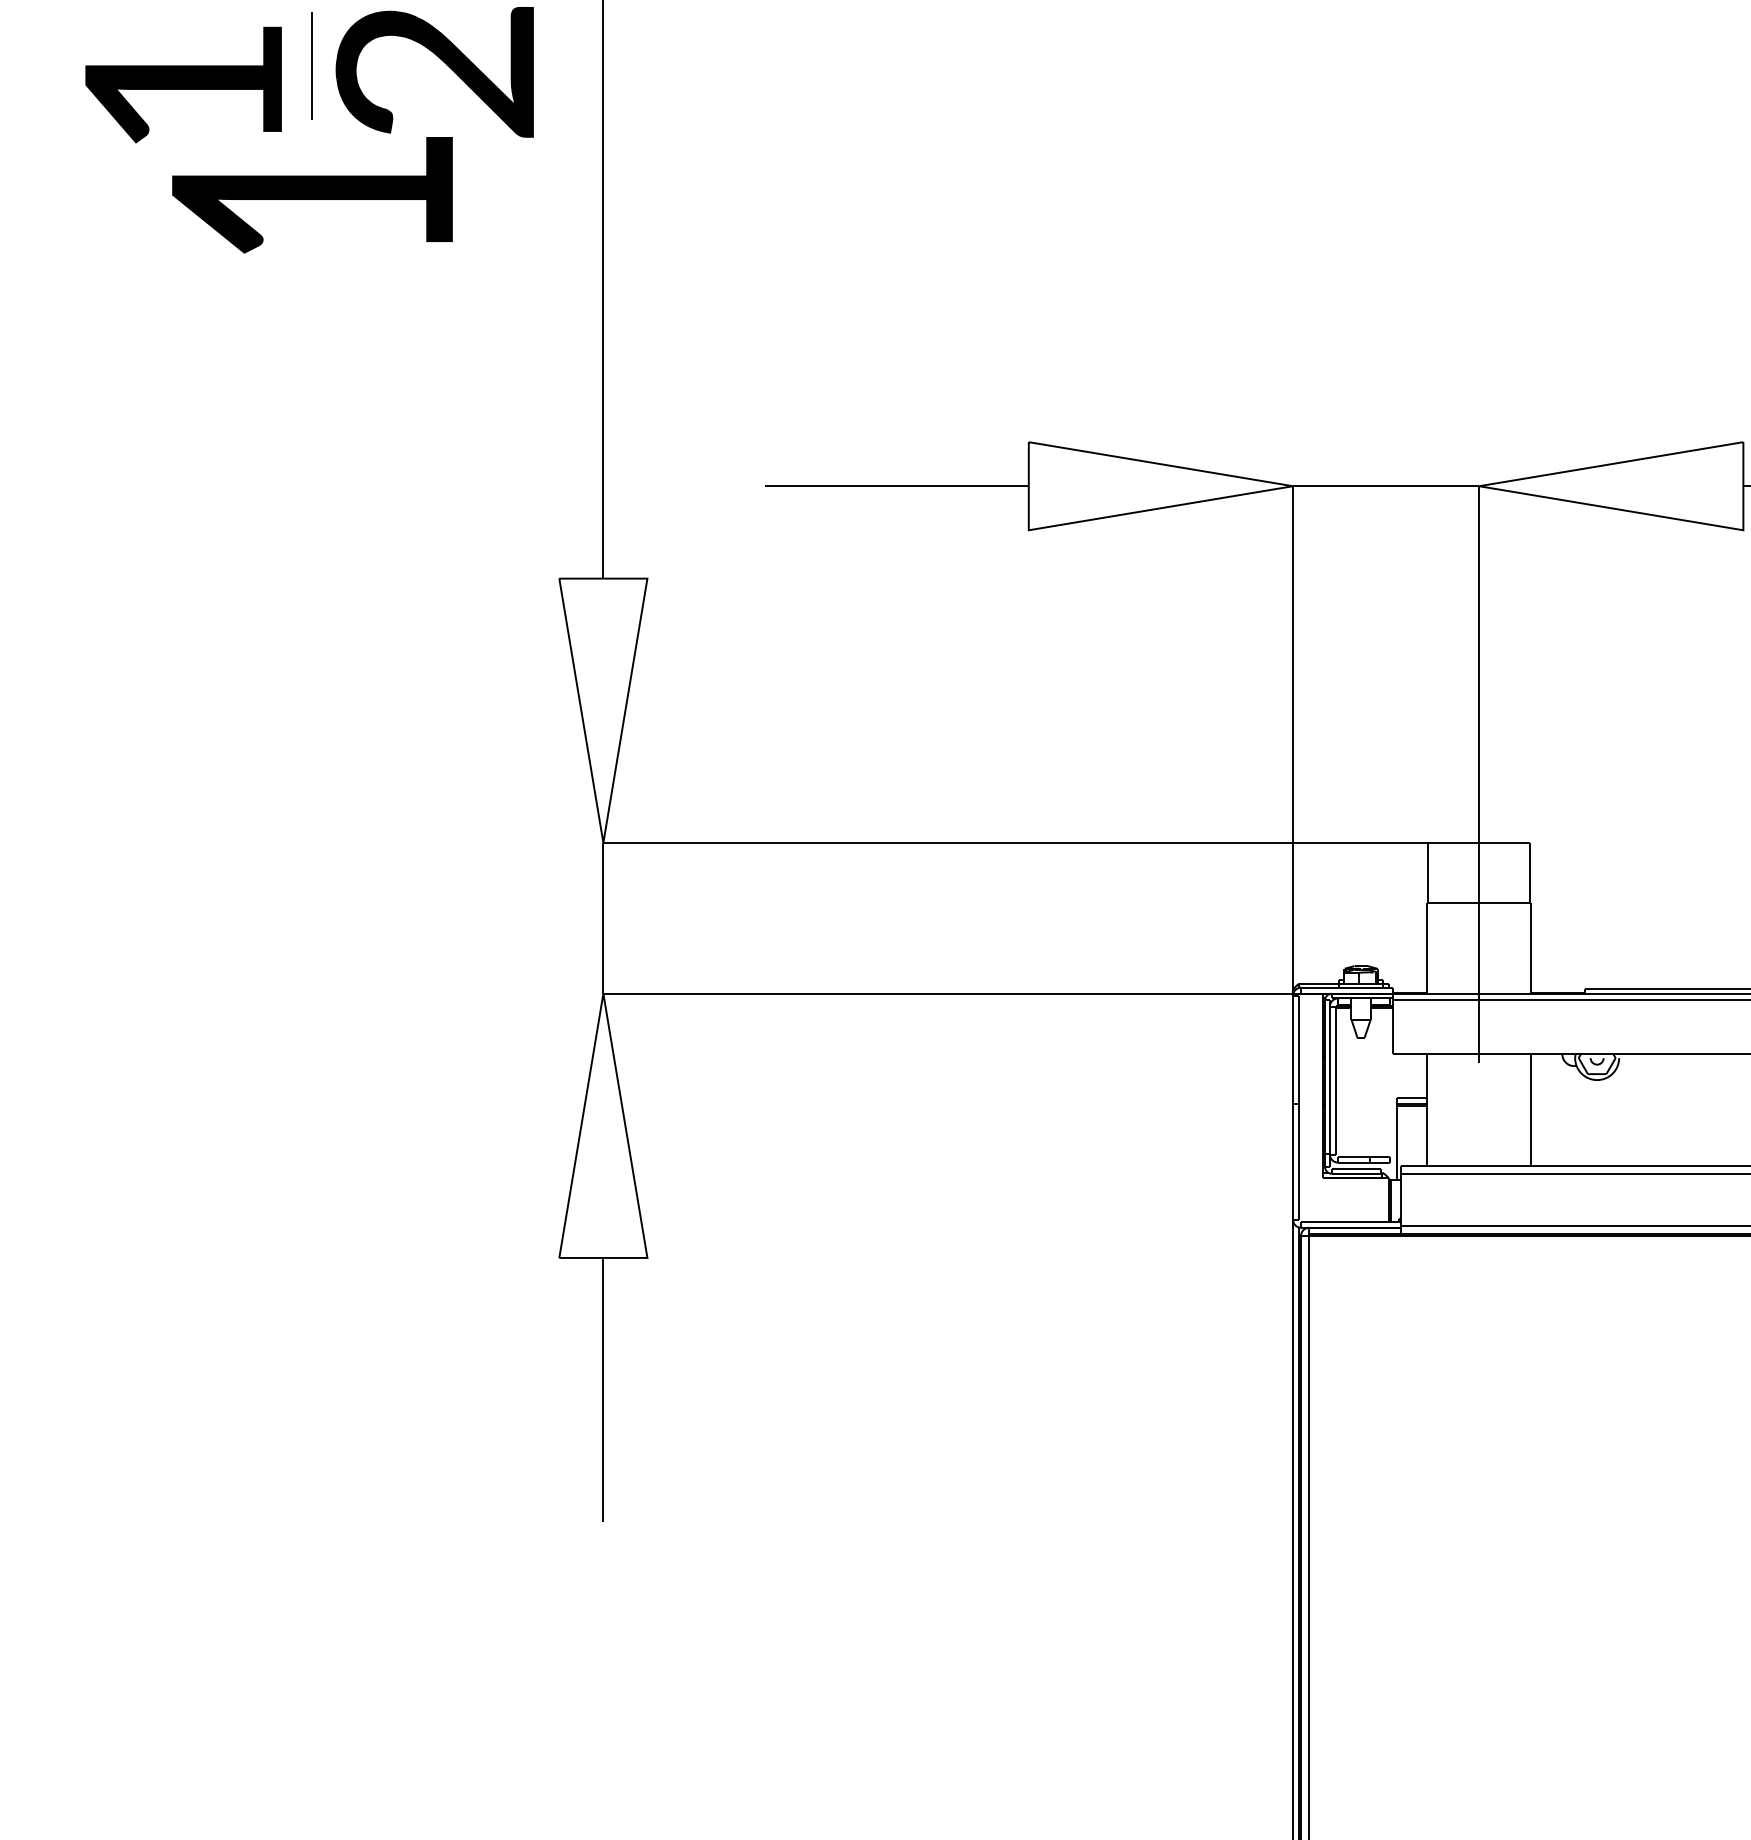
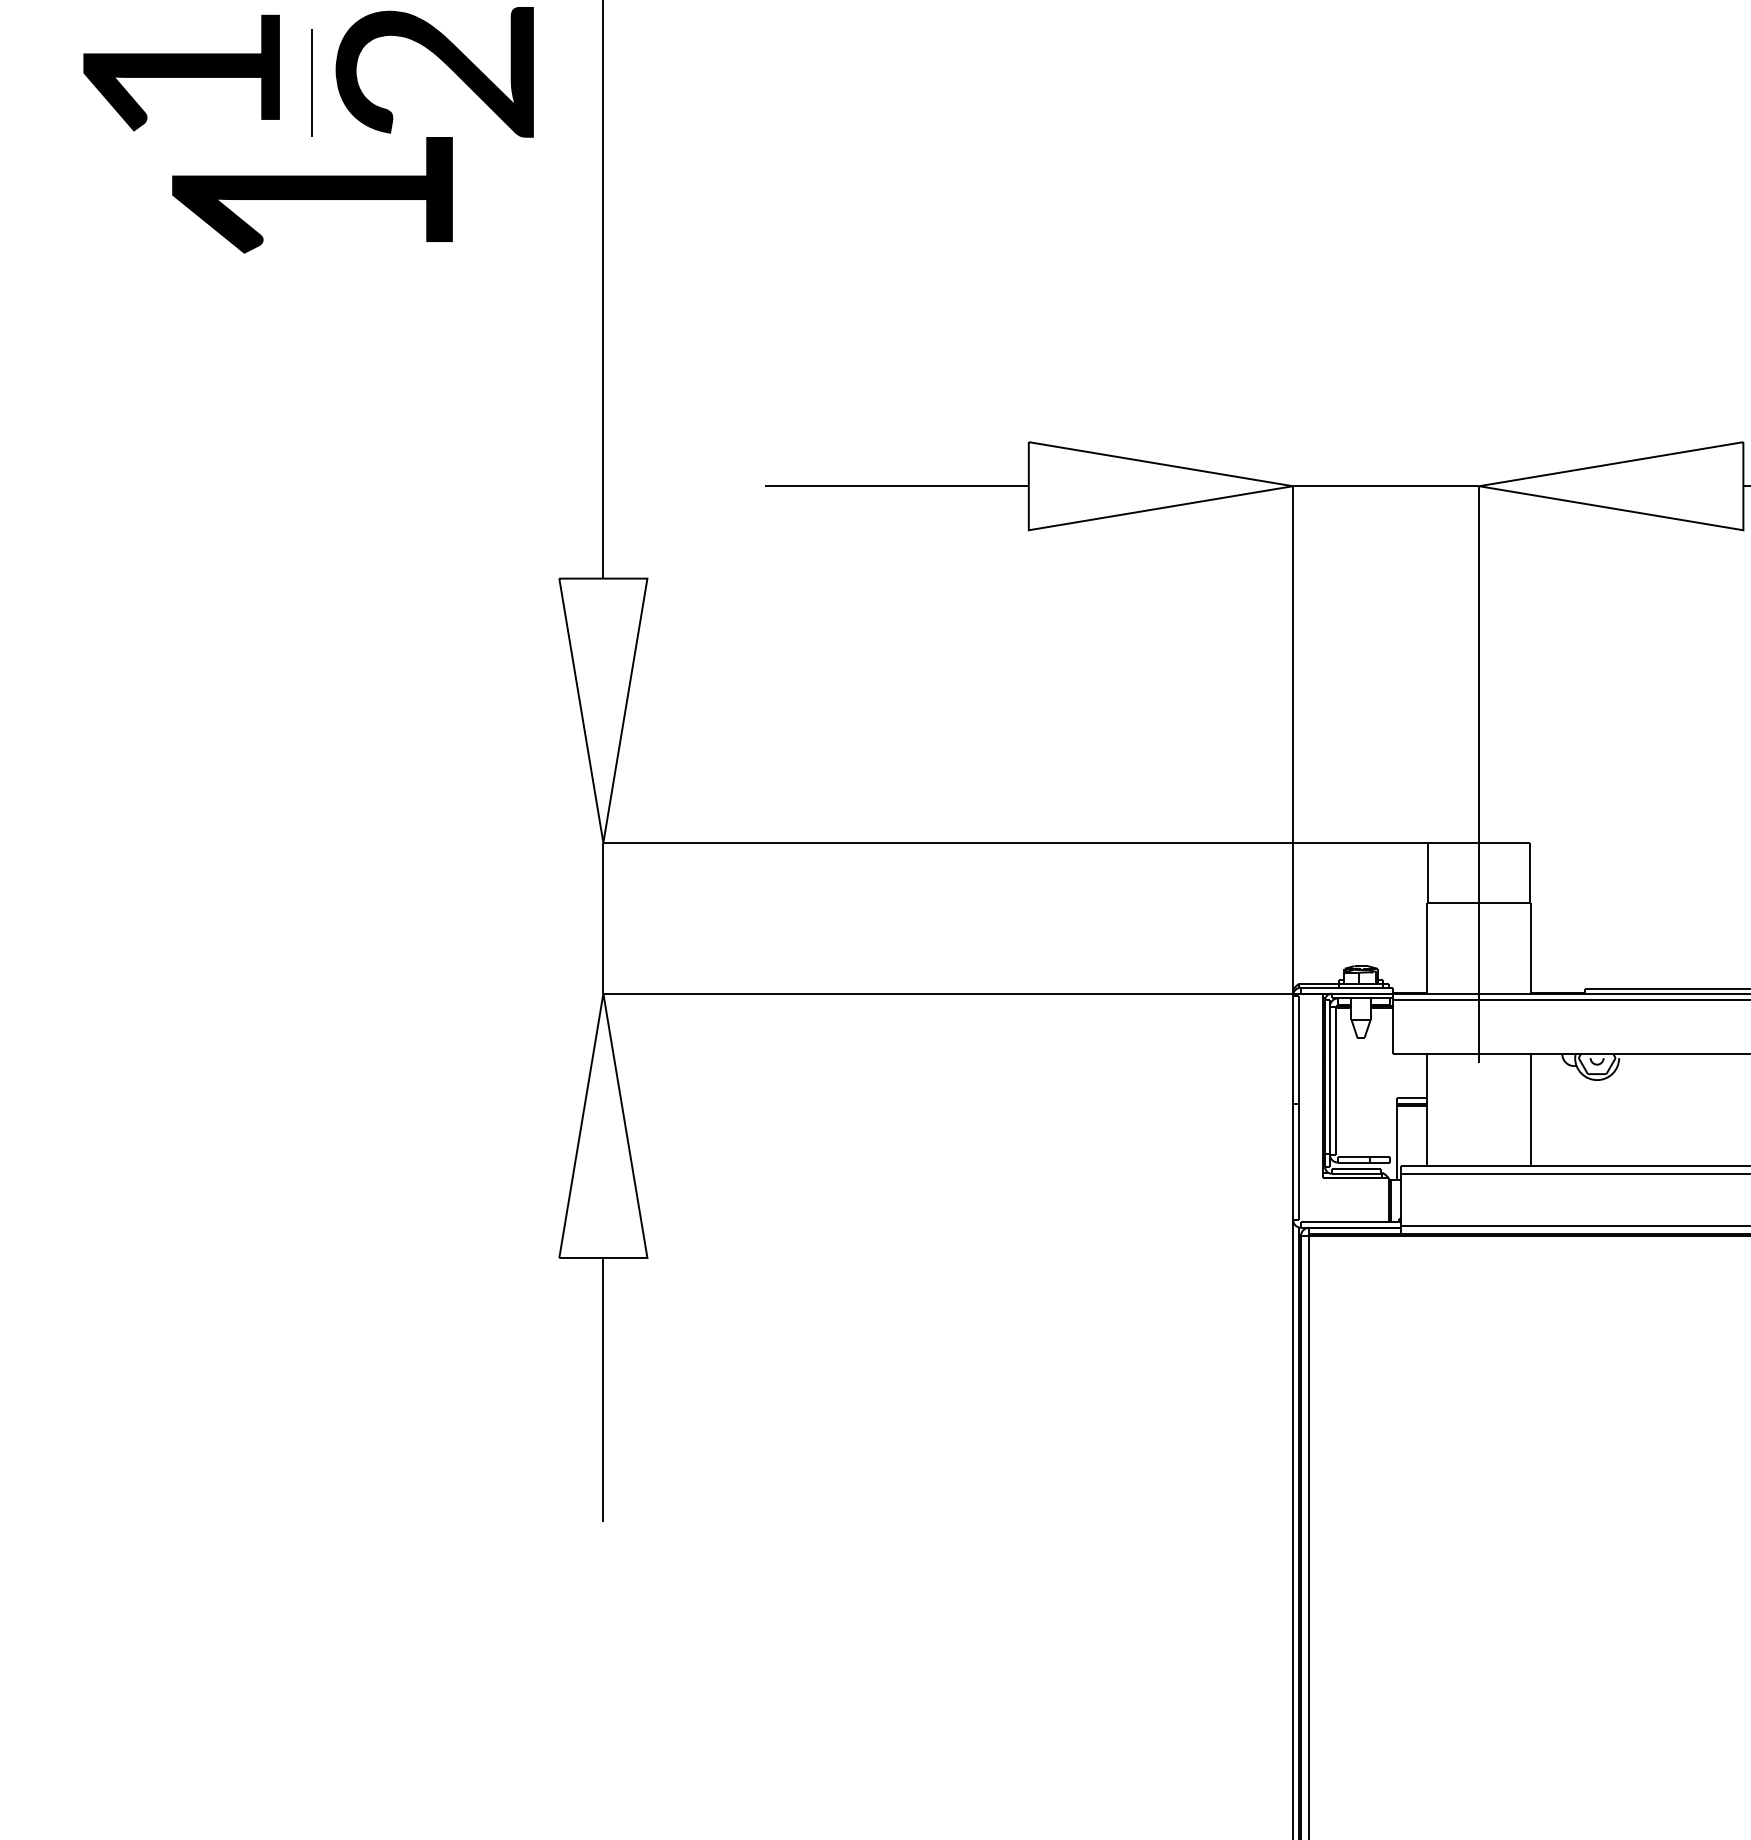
line at (311, 65) position: (311, 65) -> (311, 82)
text at (183, 84) position: (183, 84) -> (181, 72)
